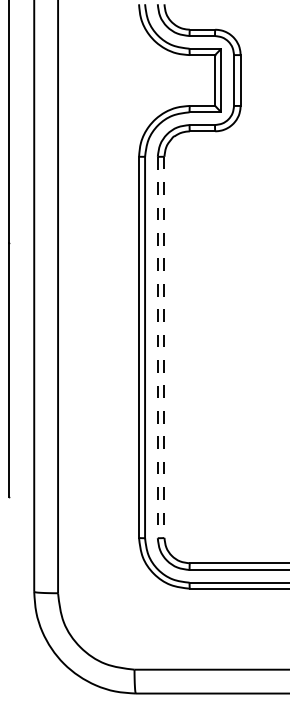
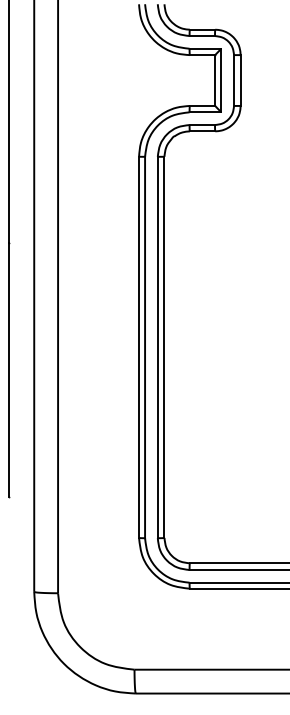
line at (157, 347): dashed -> solid
line at (164, 347): dashed -> solid
